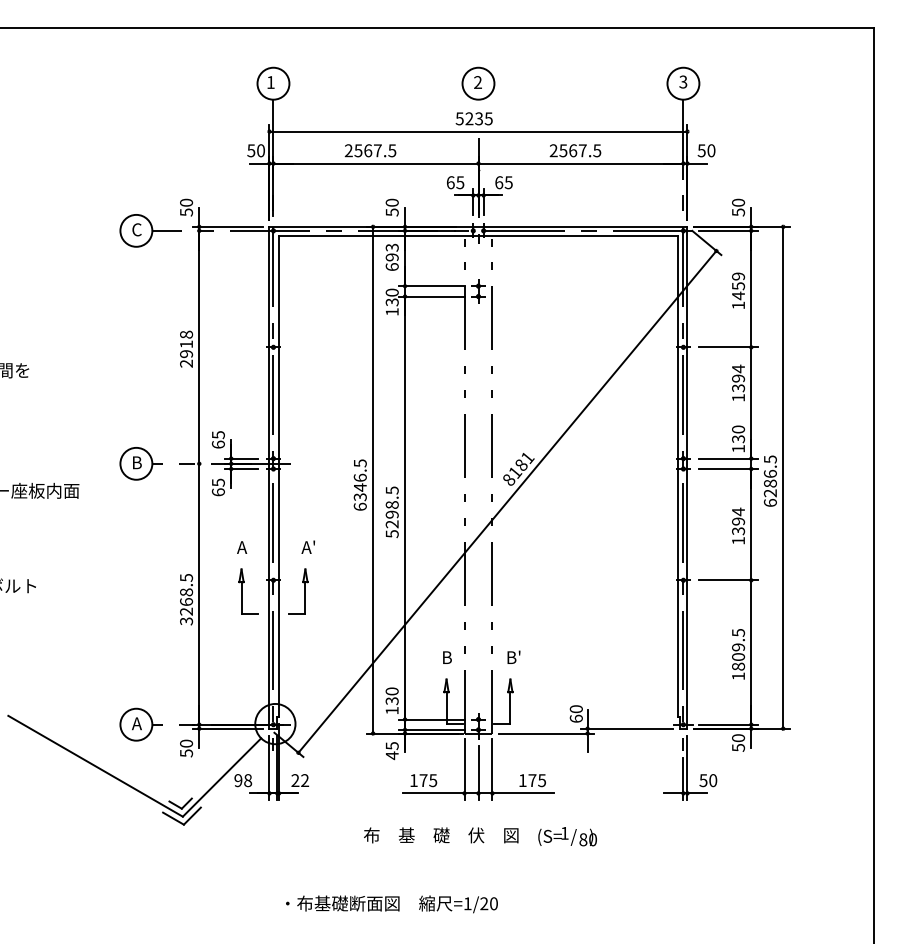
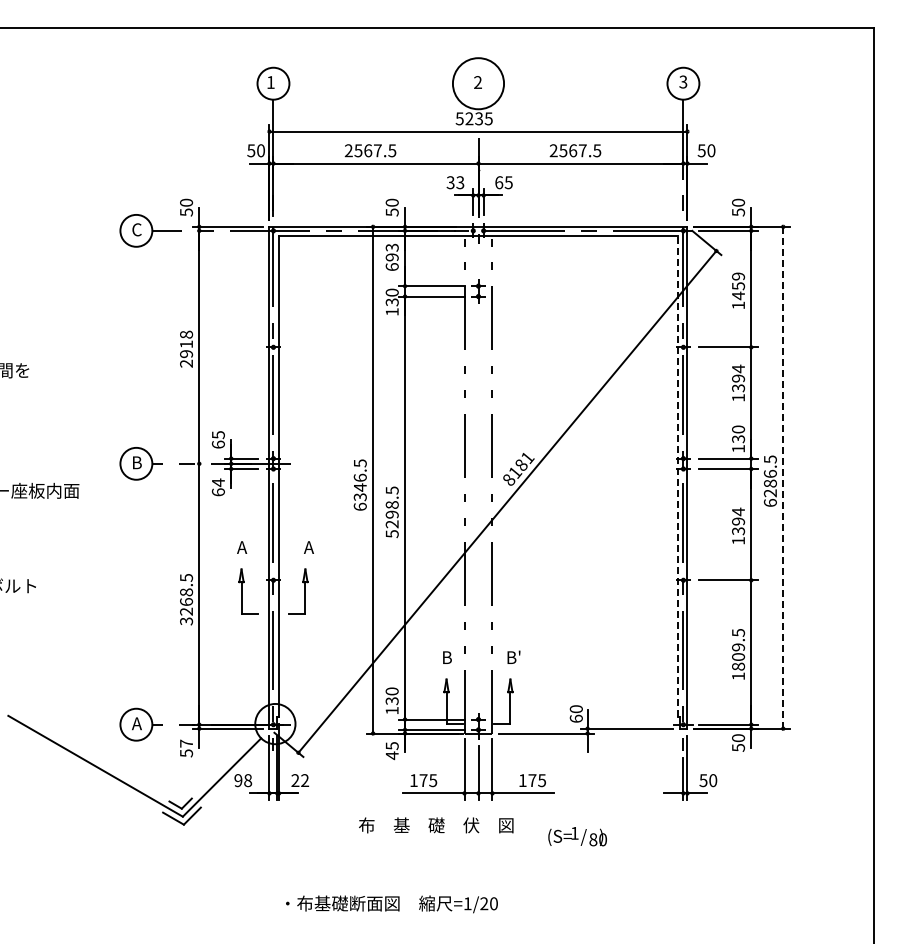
circle at (478, 83) diameter: 32 px -> 51 px
text at (455, 182): 65 -> 33
line at (677, 476): solid -> dashed
line at (783, 477): solid -> dashed
text at (218, 482): 65 -> 64
text at (308, 546): A' -> A
text at (186, 743): 50 -> 57
text at (441, 835) position: (441, 835) -> (436, 825)
text at (567, 836) position: (567, 836) -> (577, 836)
